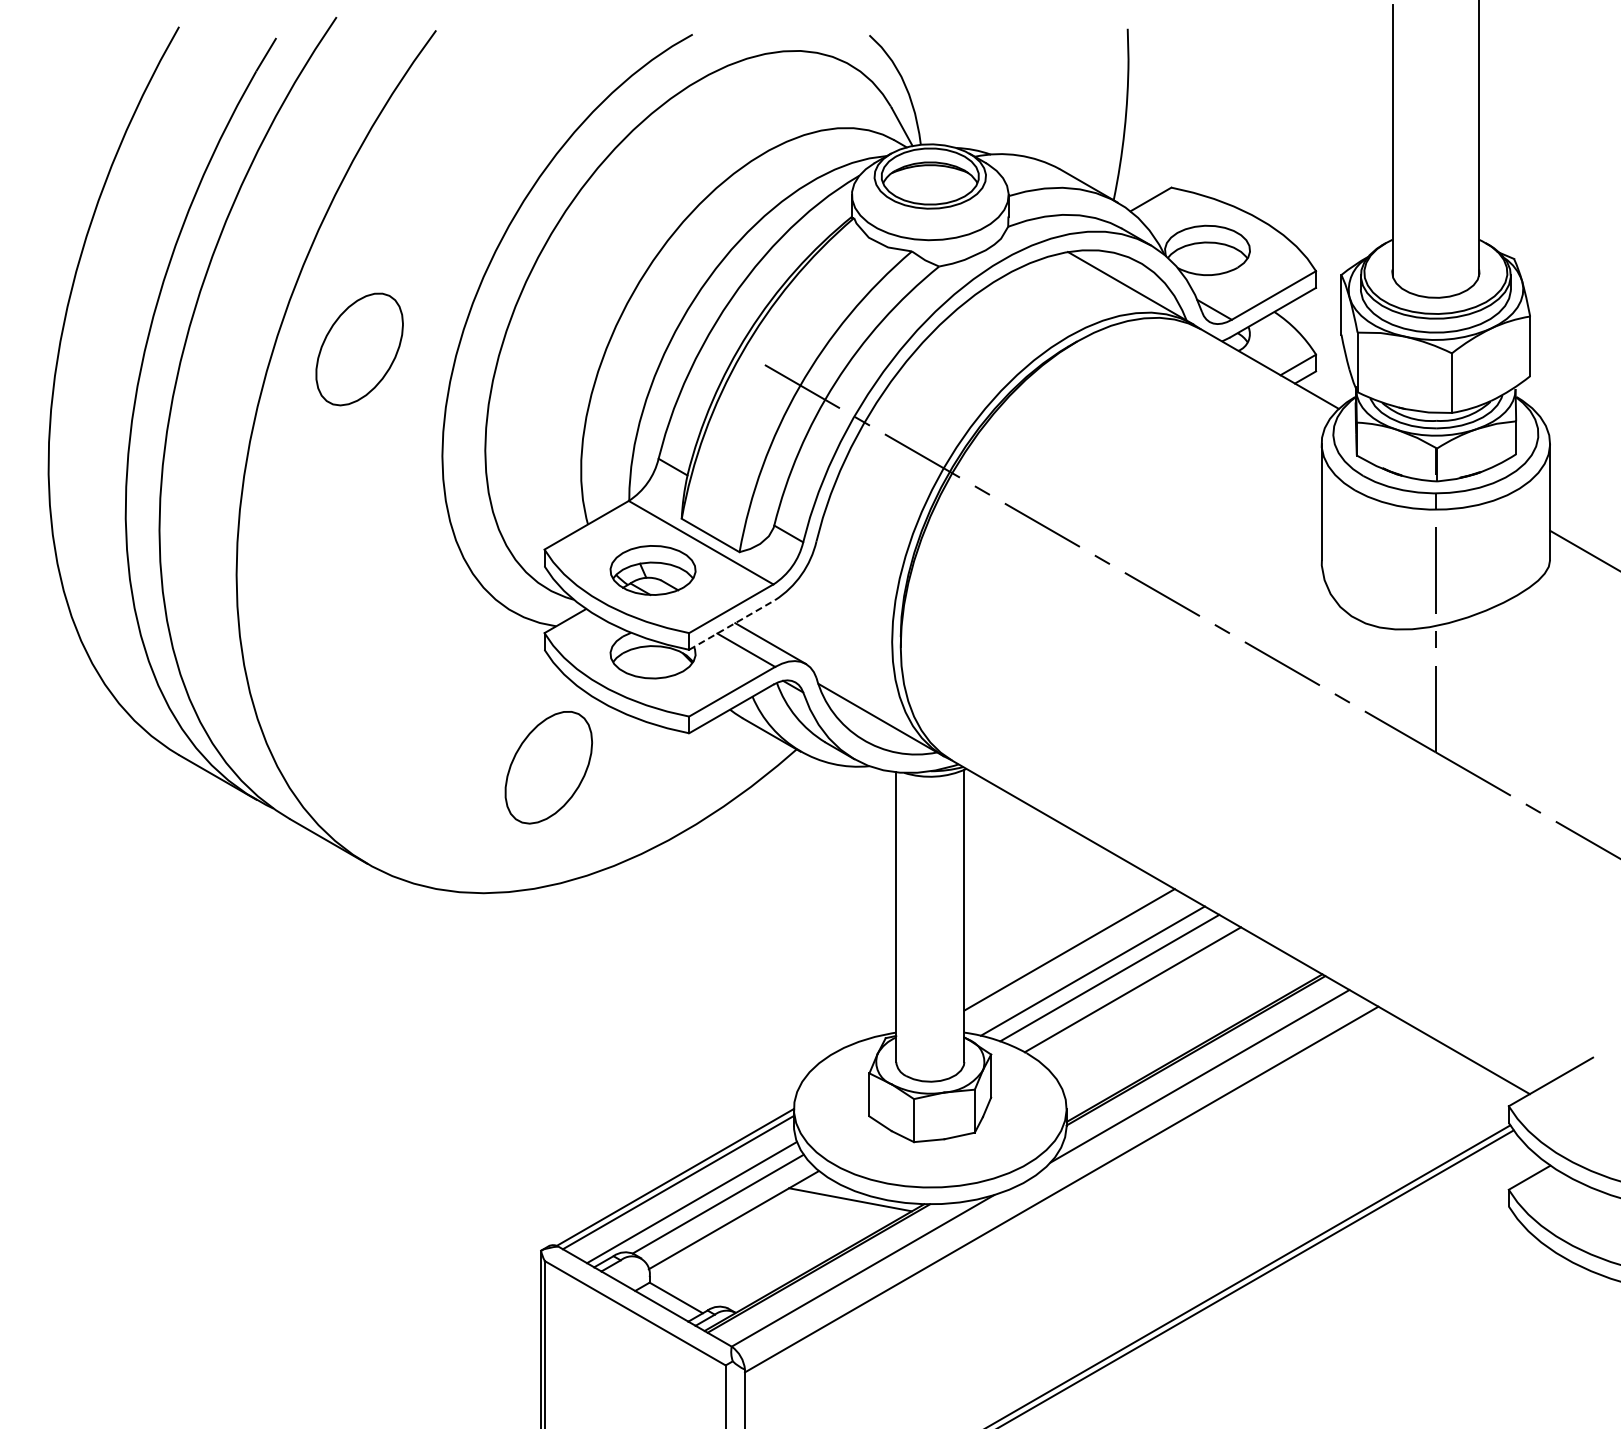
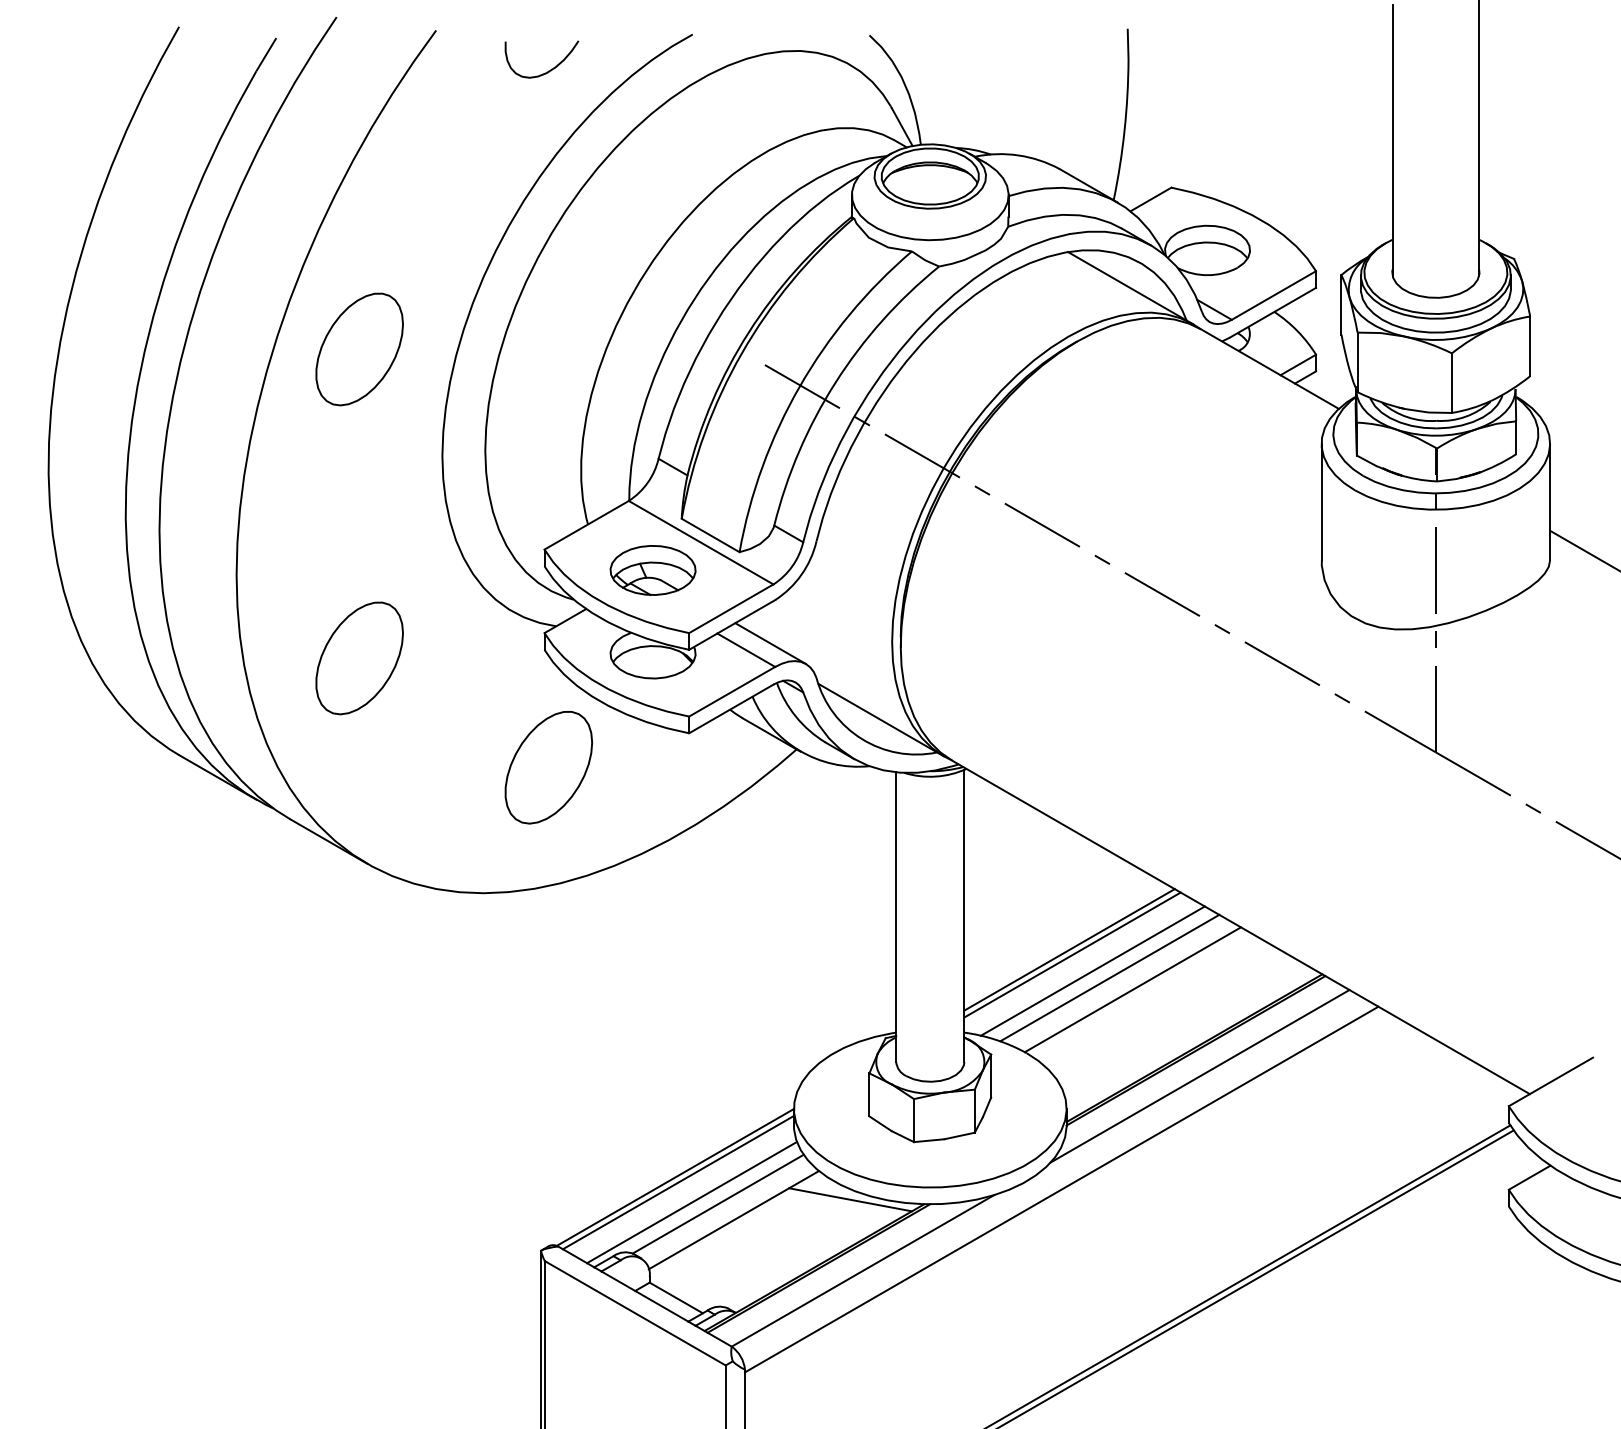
curve at (548, 70): none -> present
line at (732, 624): dashed -> solid
part at (359, 658): none -> present
line at (1072, 954): none -> present
